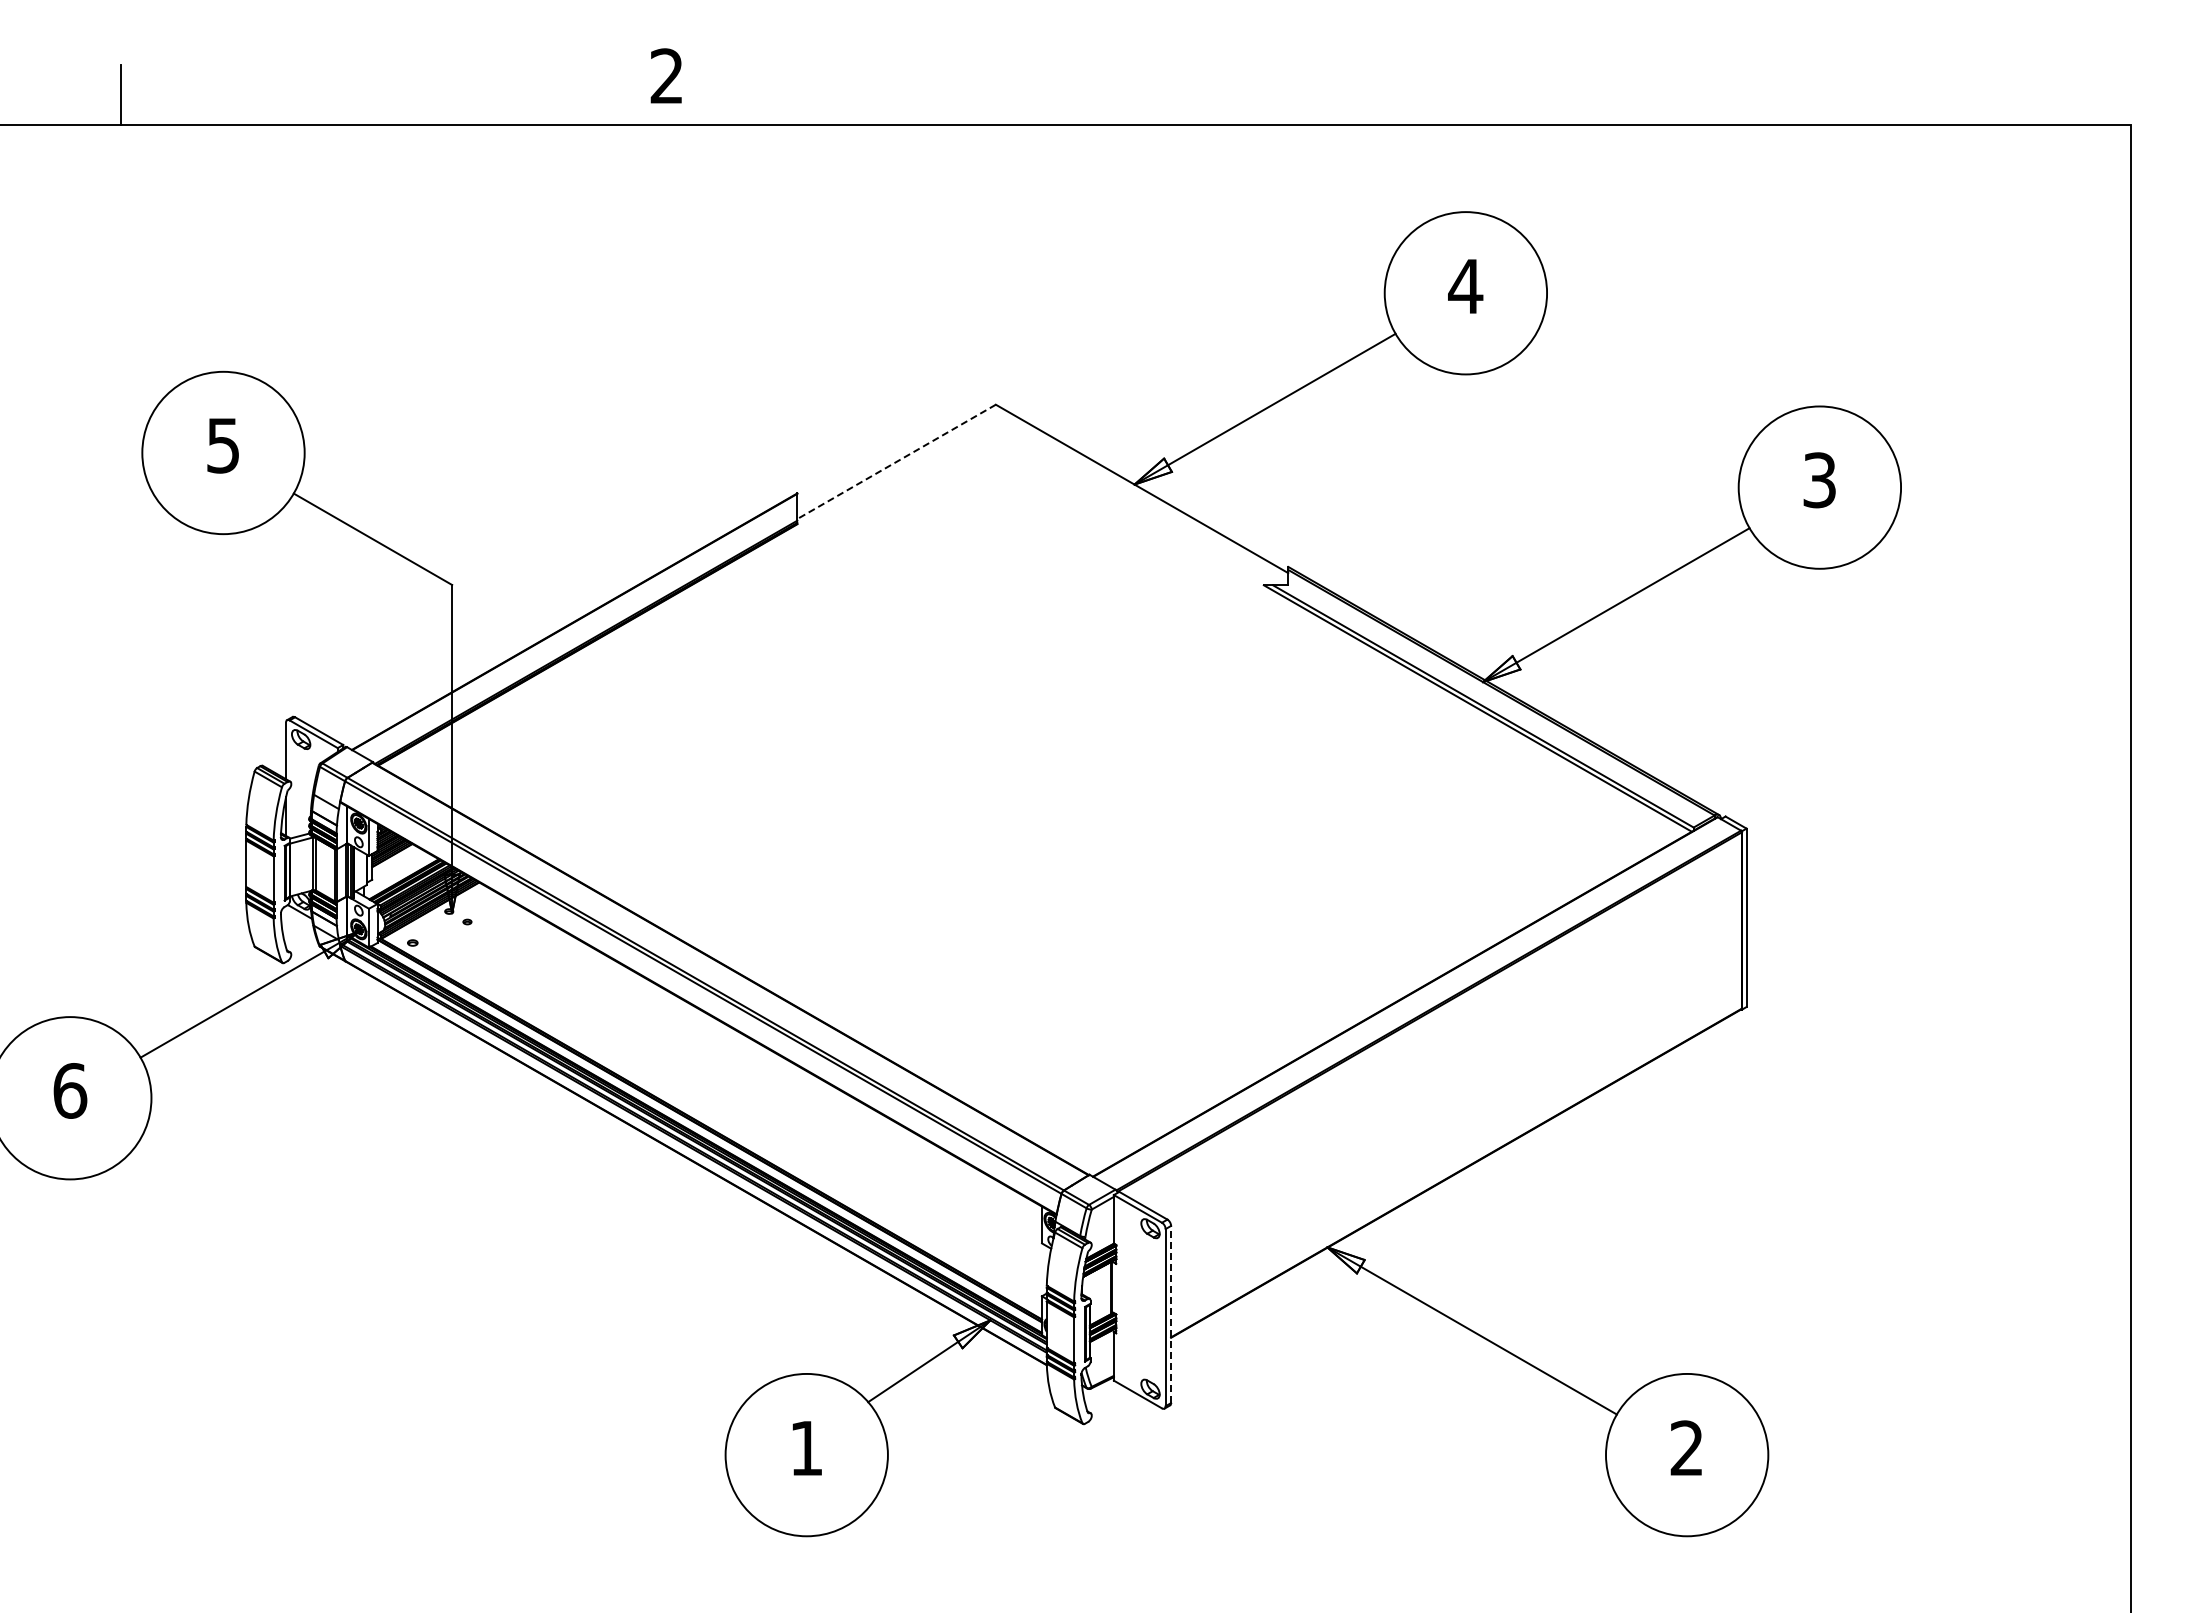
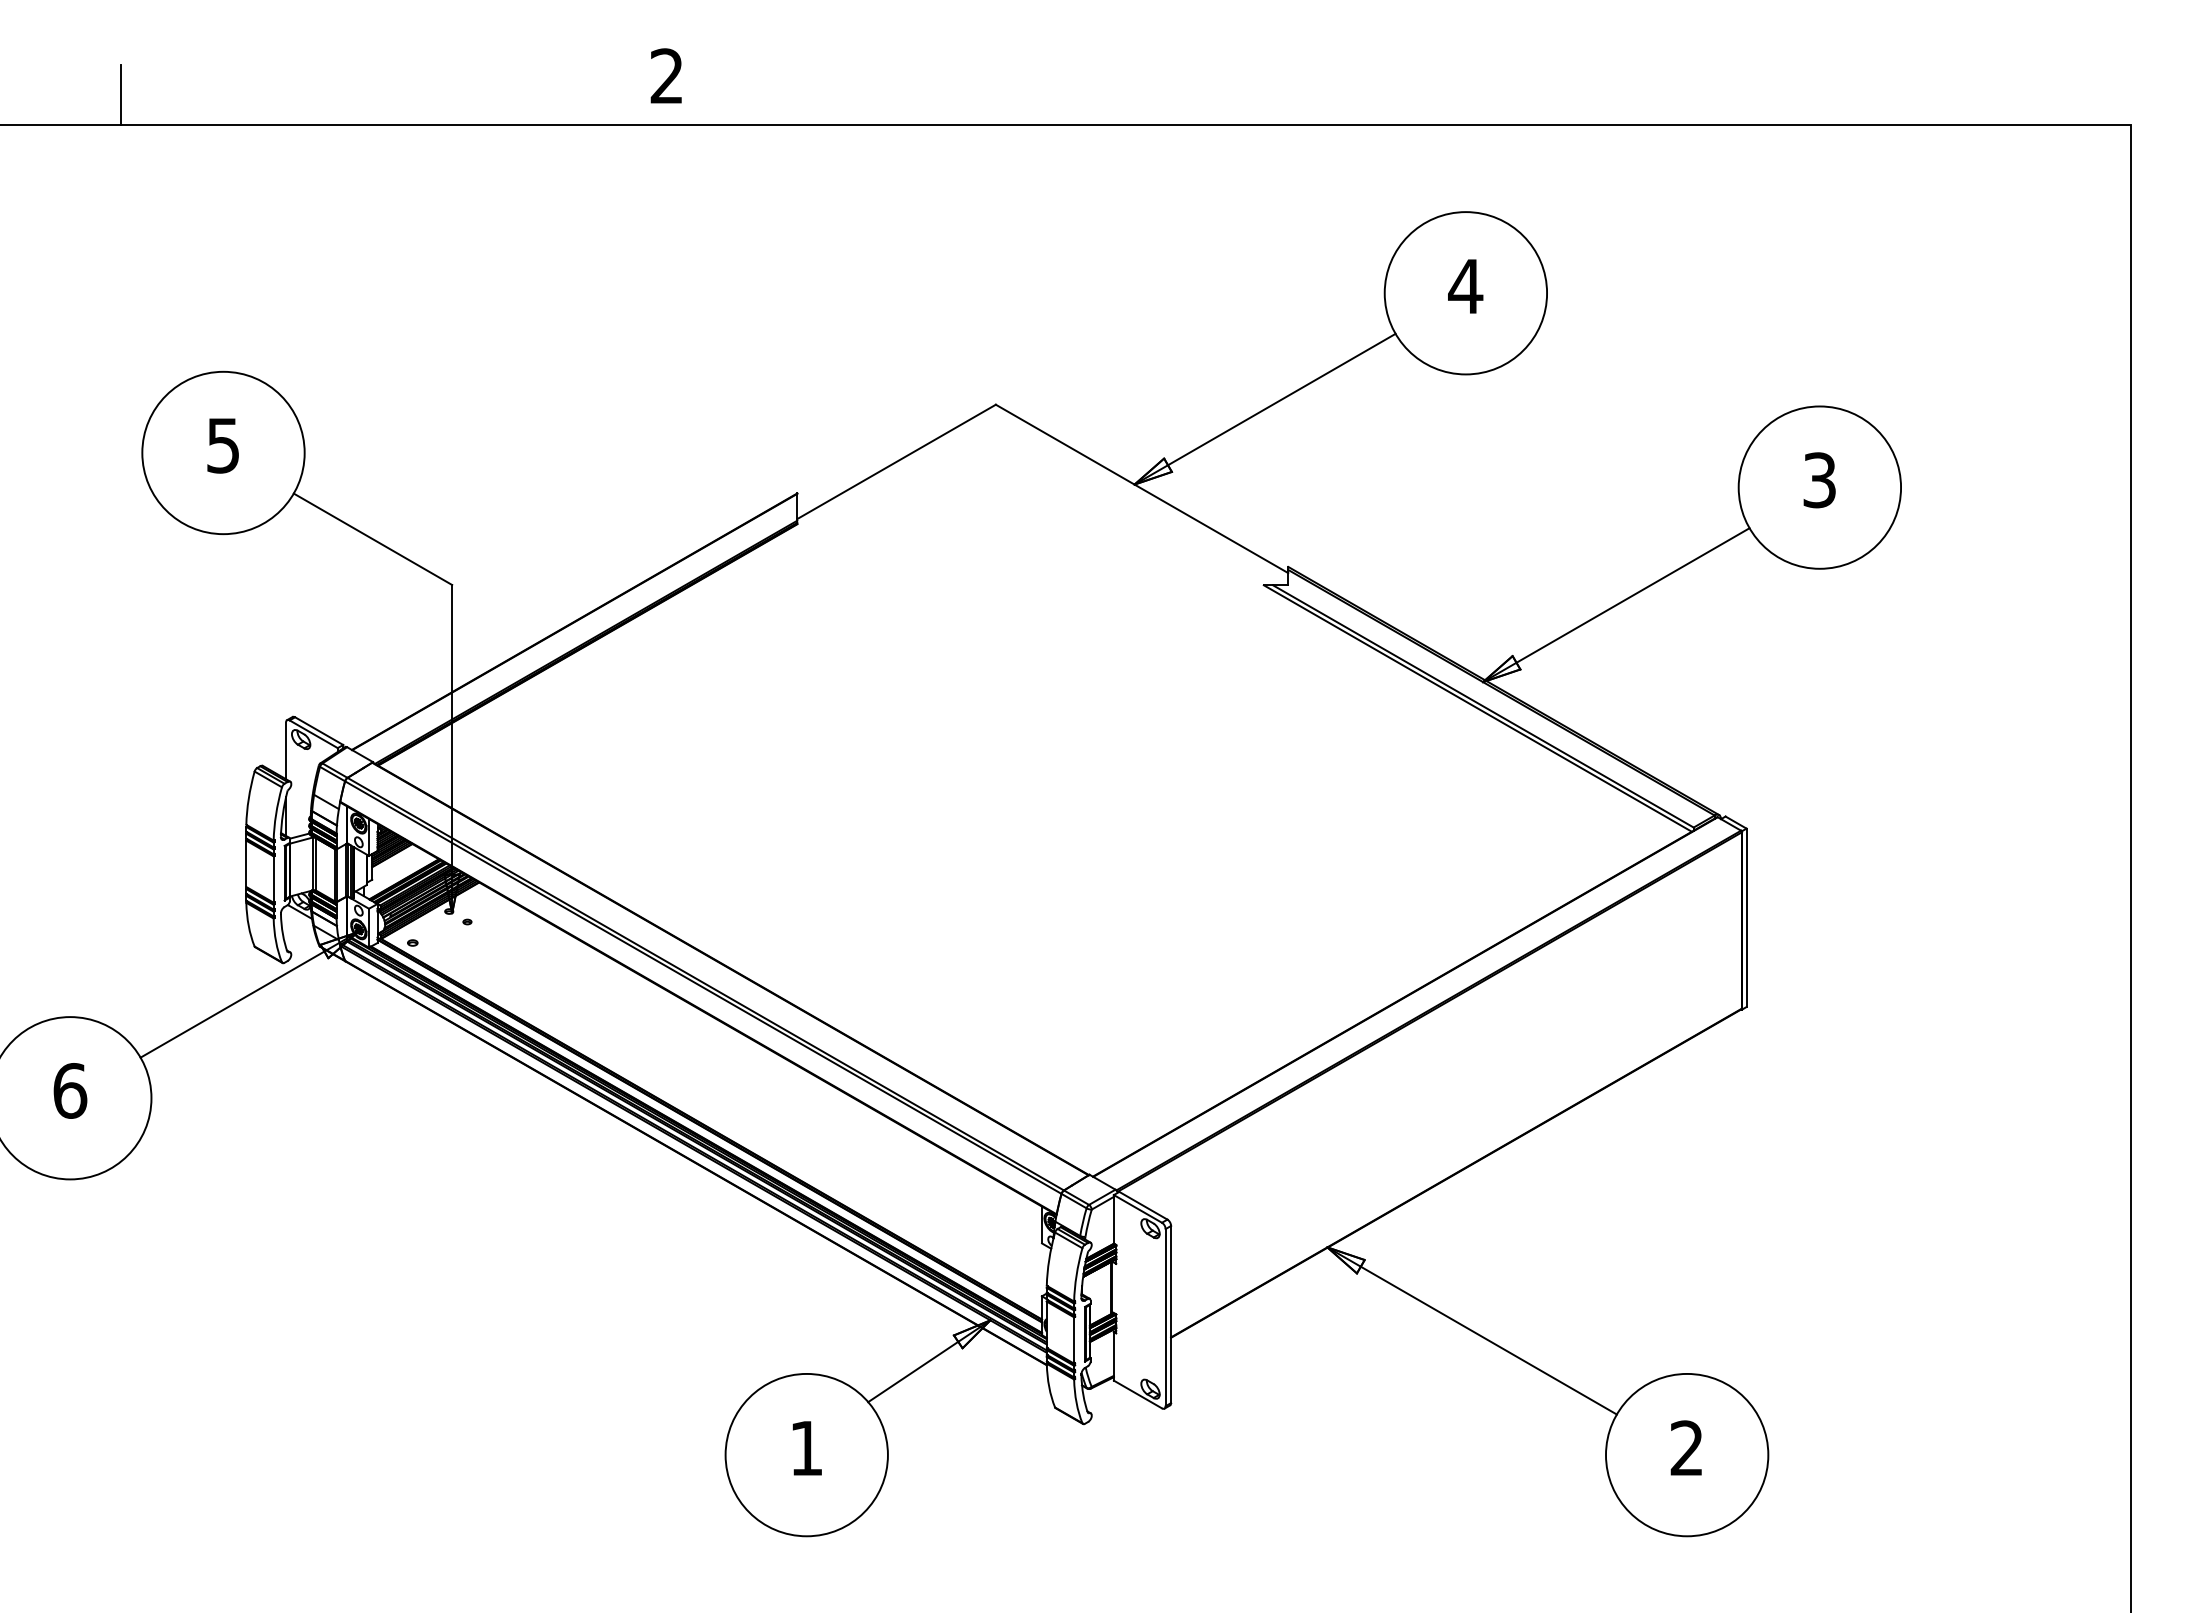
line at (896, 461): dashed -> solid
line at (1171, 1314): dashed -> solid
